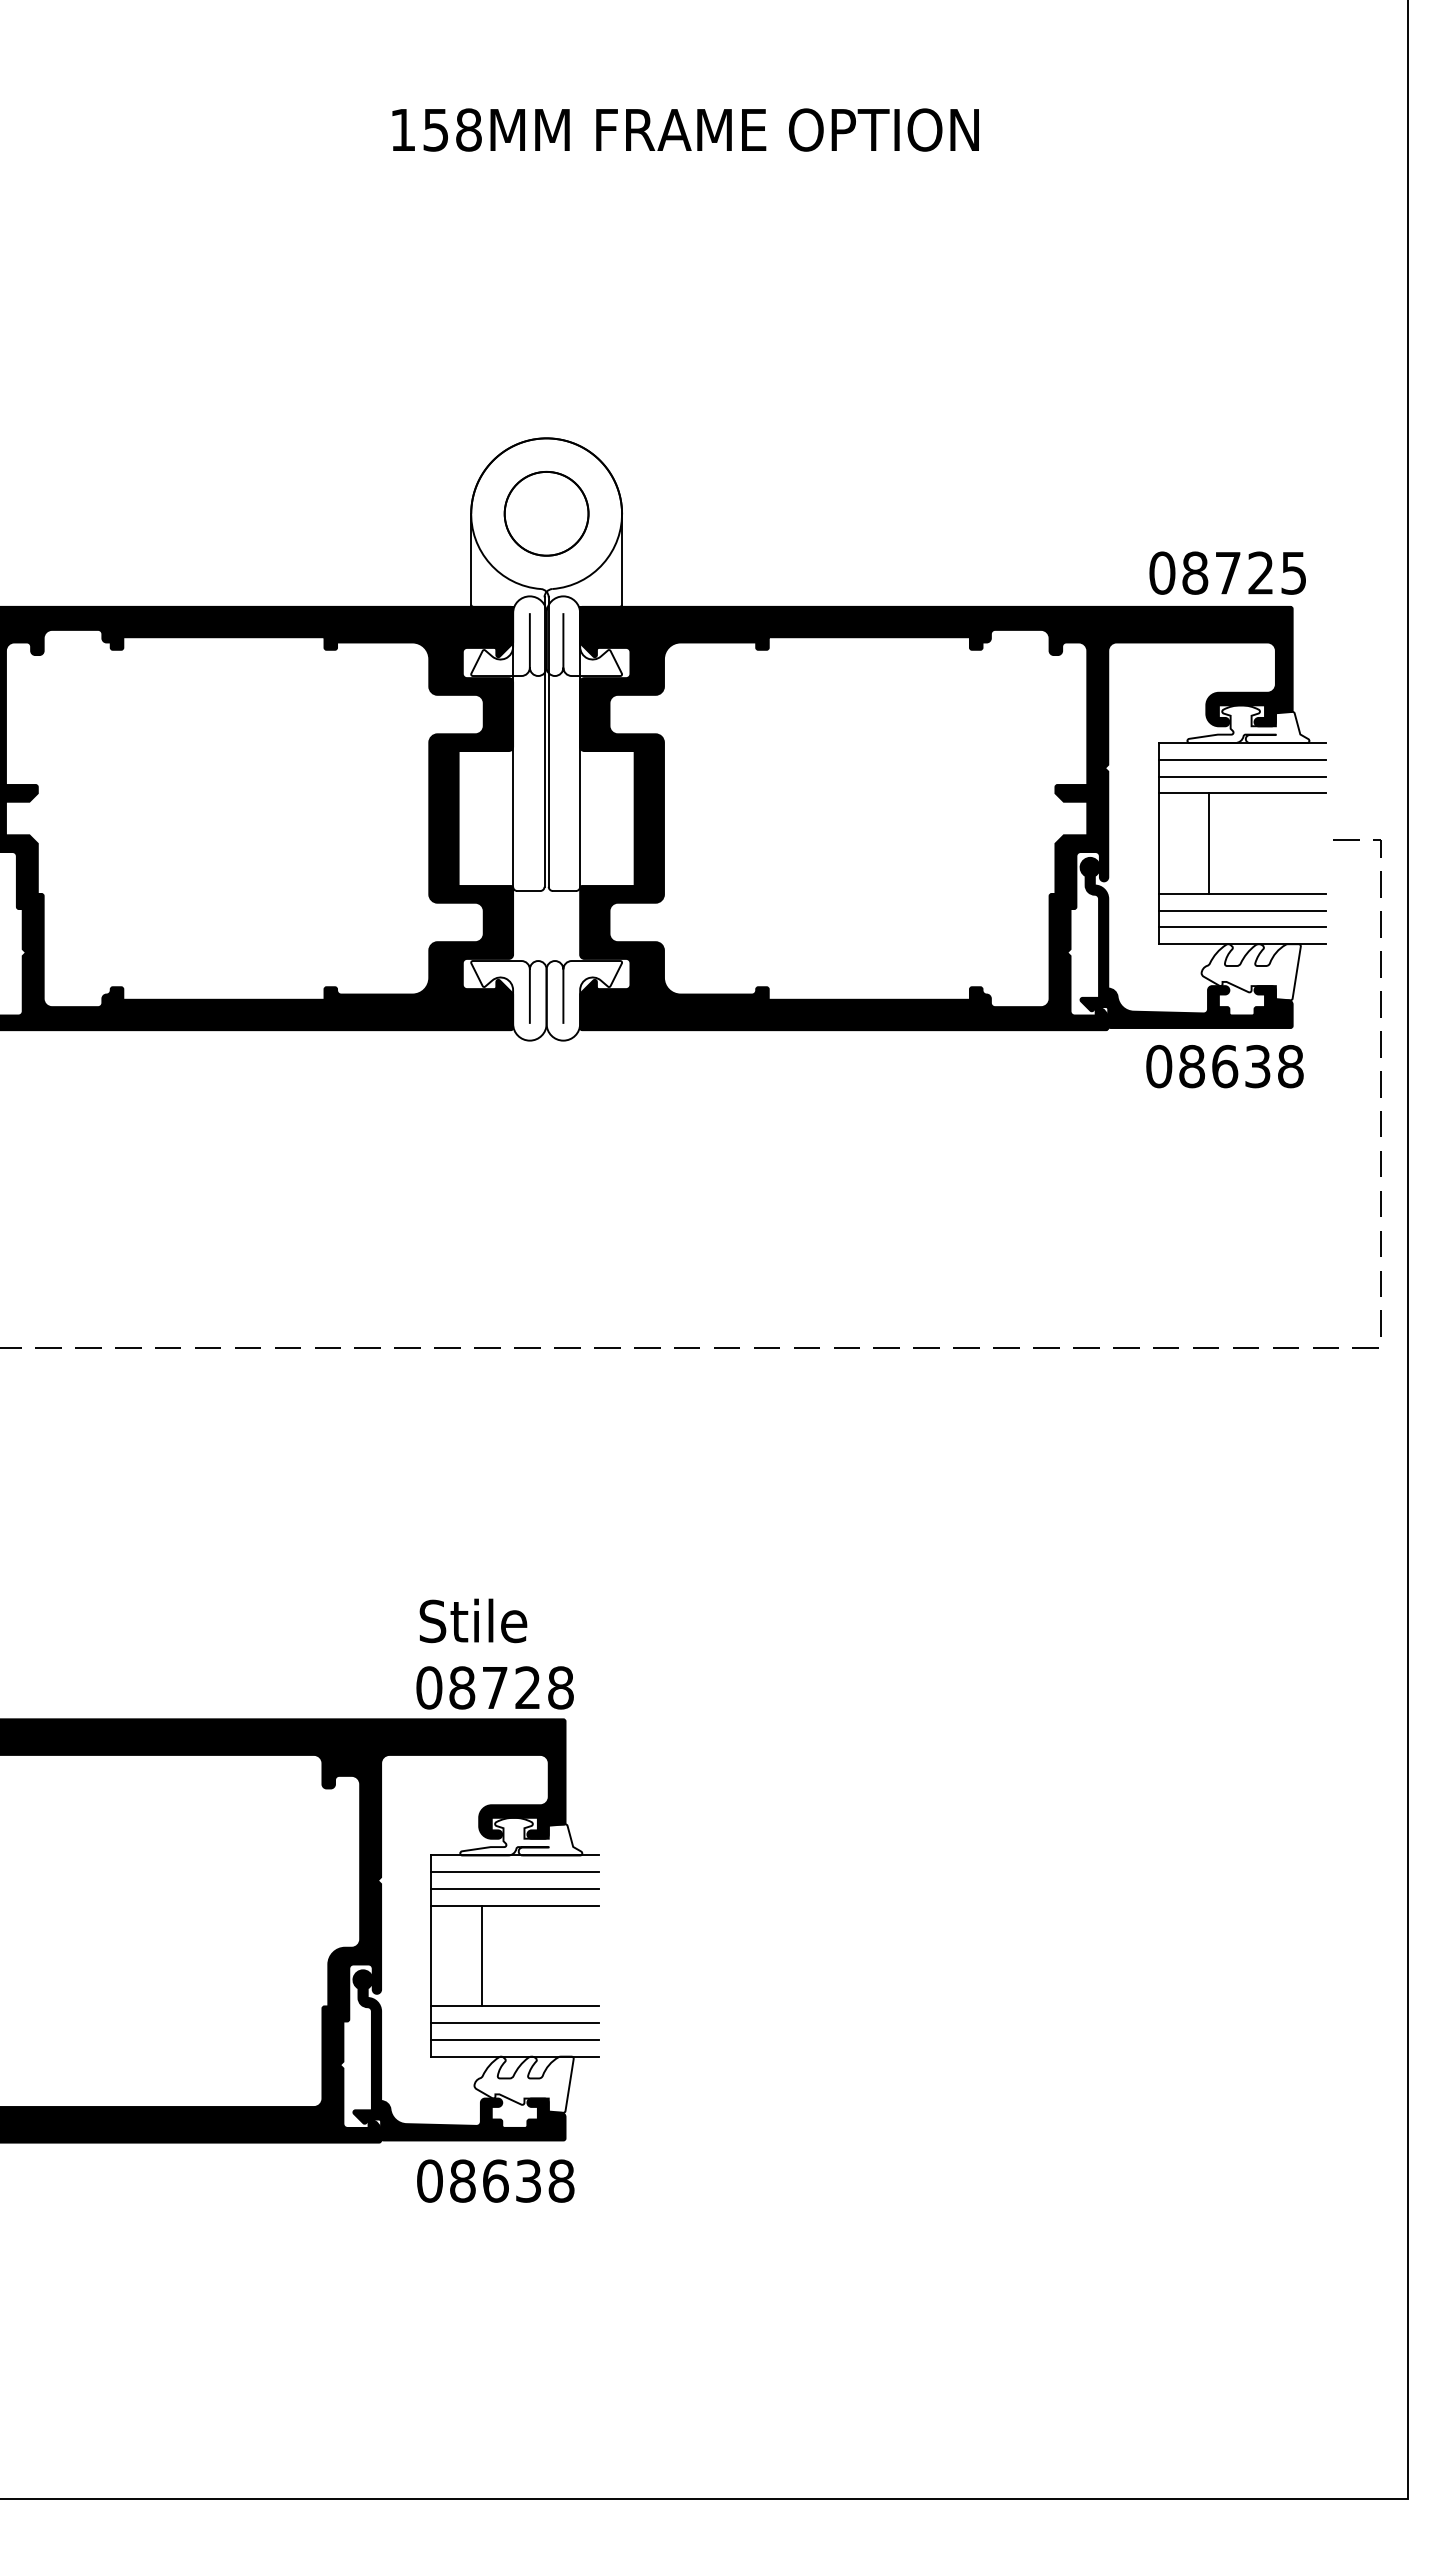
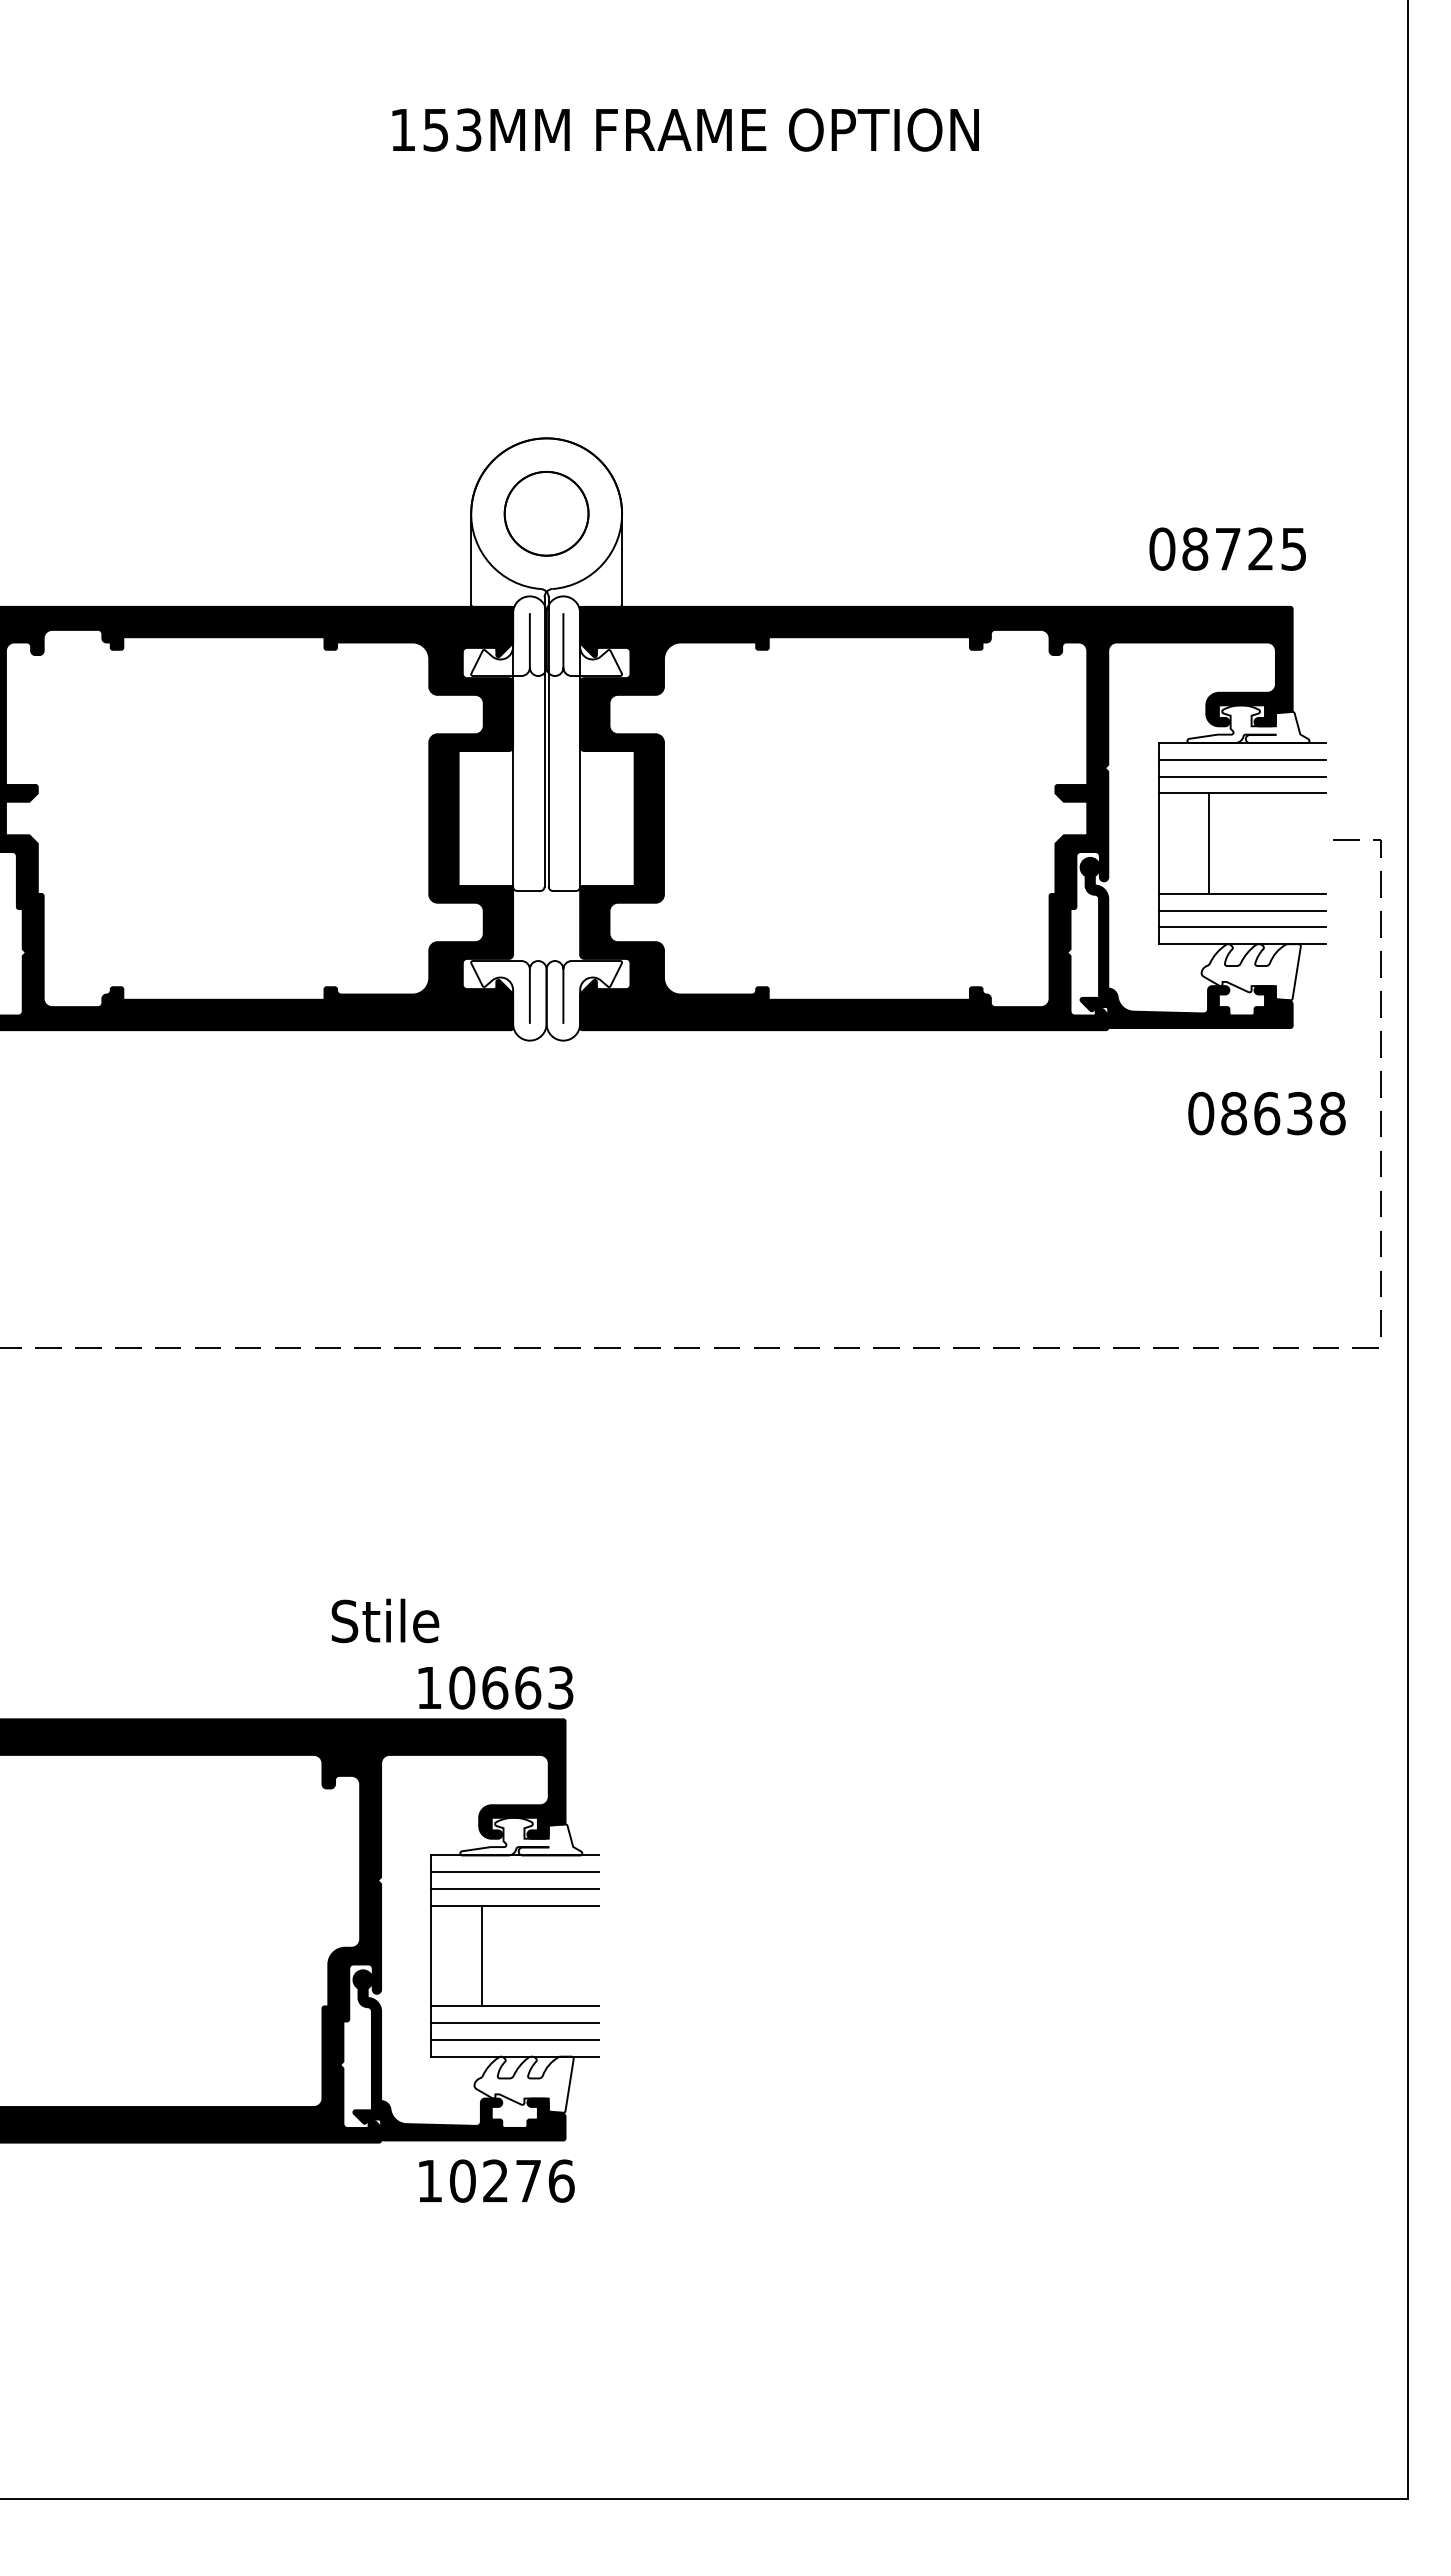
text at (468, 129): 158MM -> 153MM
text at (1227, 572) position: (1227, 572) -> (1227, 548)
text at (1224, 1066) position: (1224, 1066) -> (1266, 1113)
text at (473, 1620) position: (473, 1620) -> (385, 1620)
text at (494, 1687): 08728 -> 10663
text at (495, 2180): 08638 -> 10276
